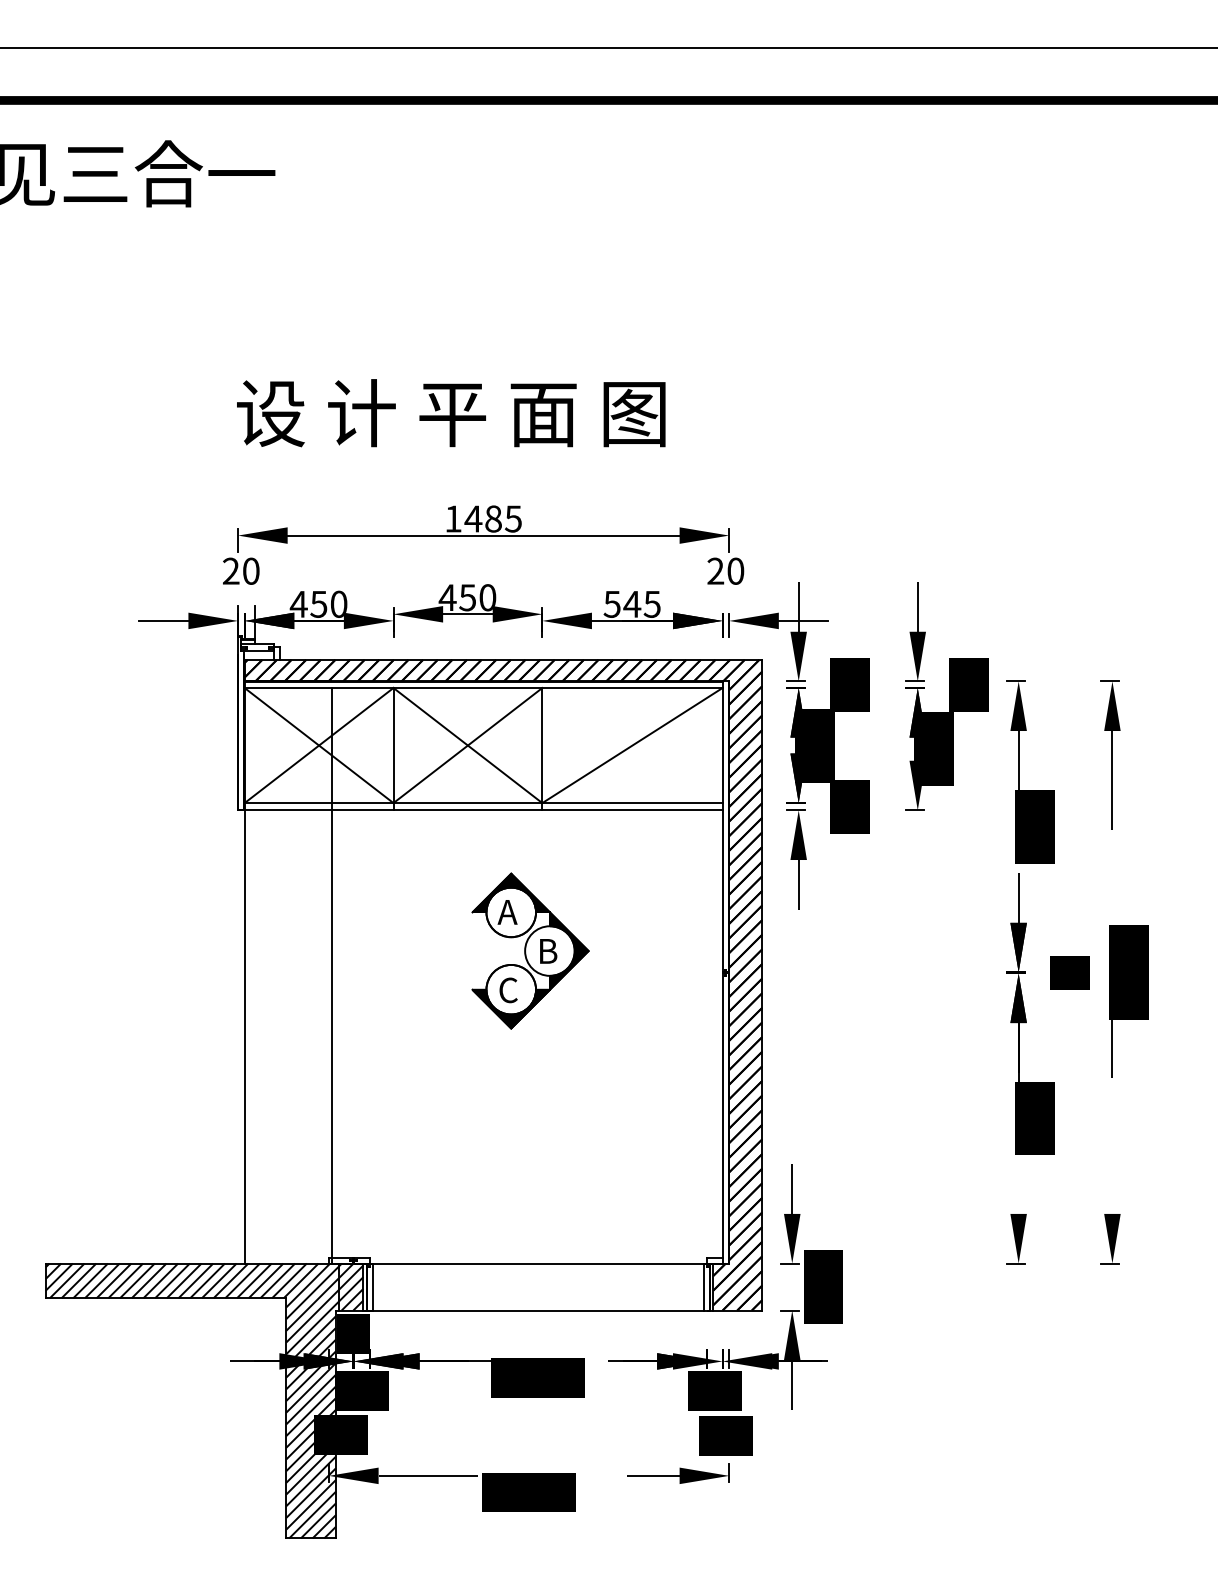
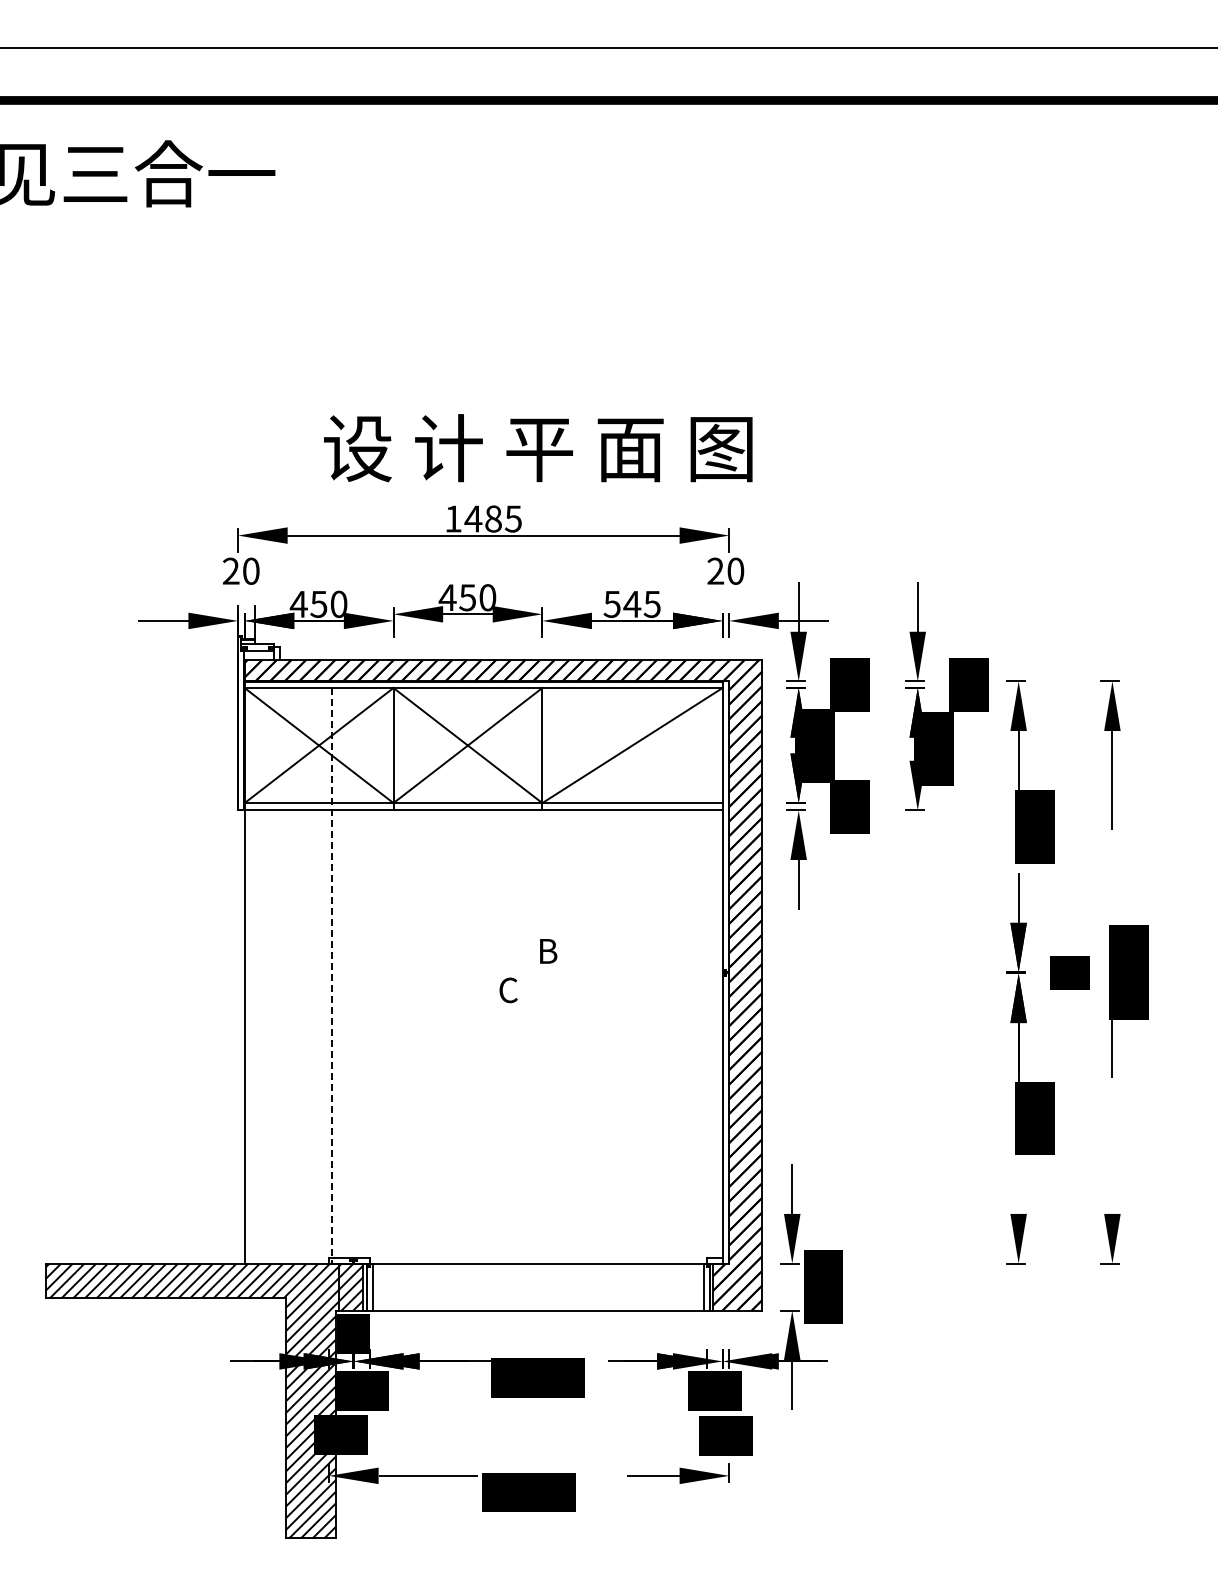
text at (451, 413) position: (451, 413) -> (538, 448)
part at (530, 950): present -> none
line at (331, 975): solid -> dashed
